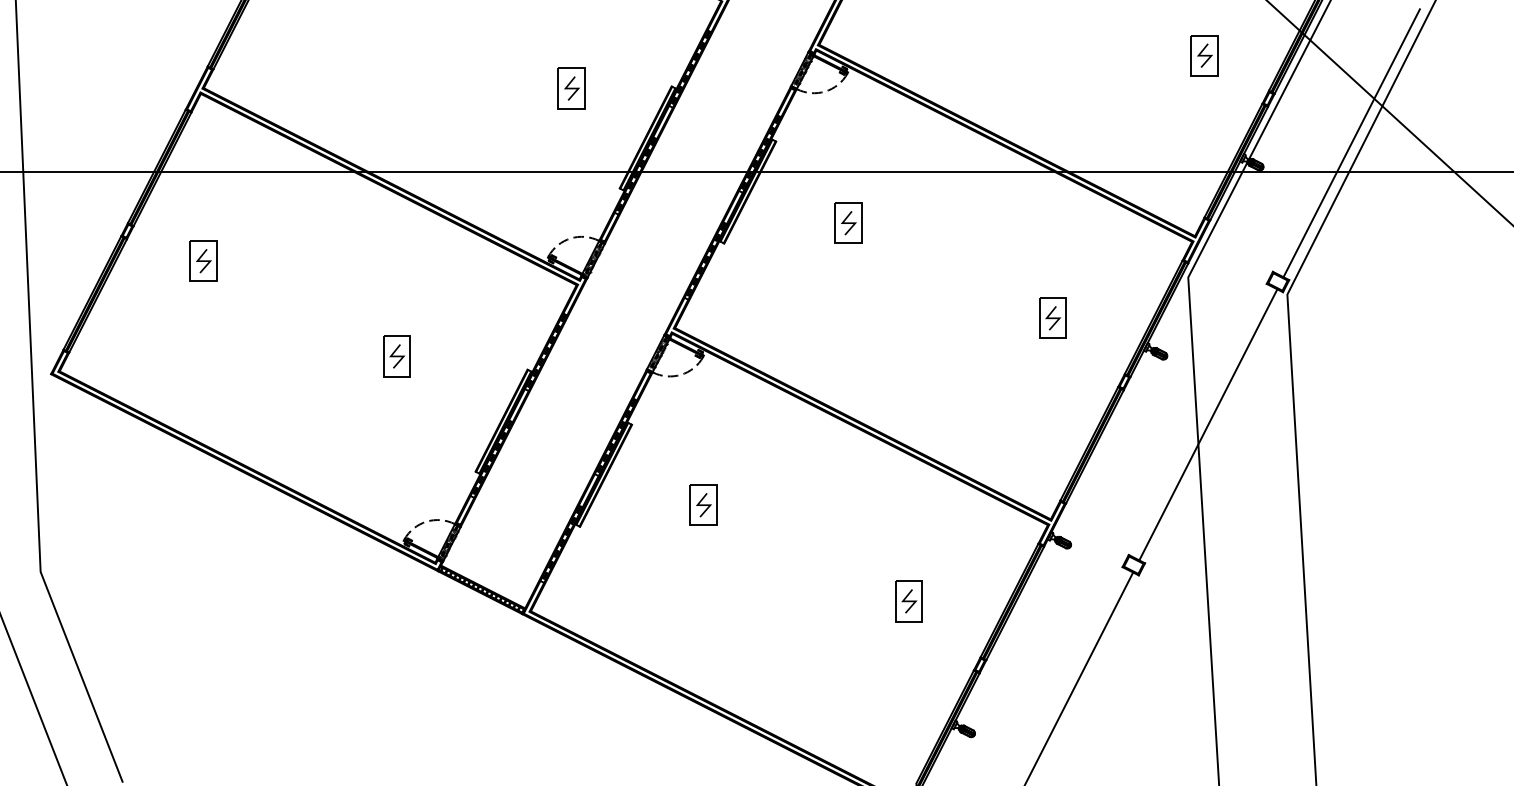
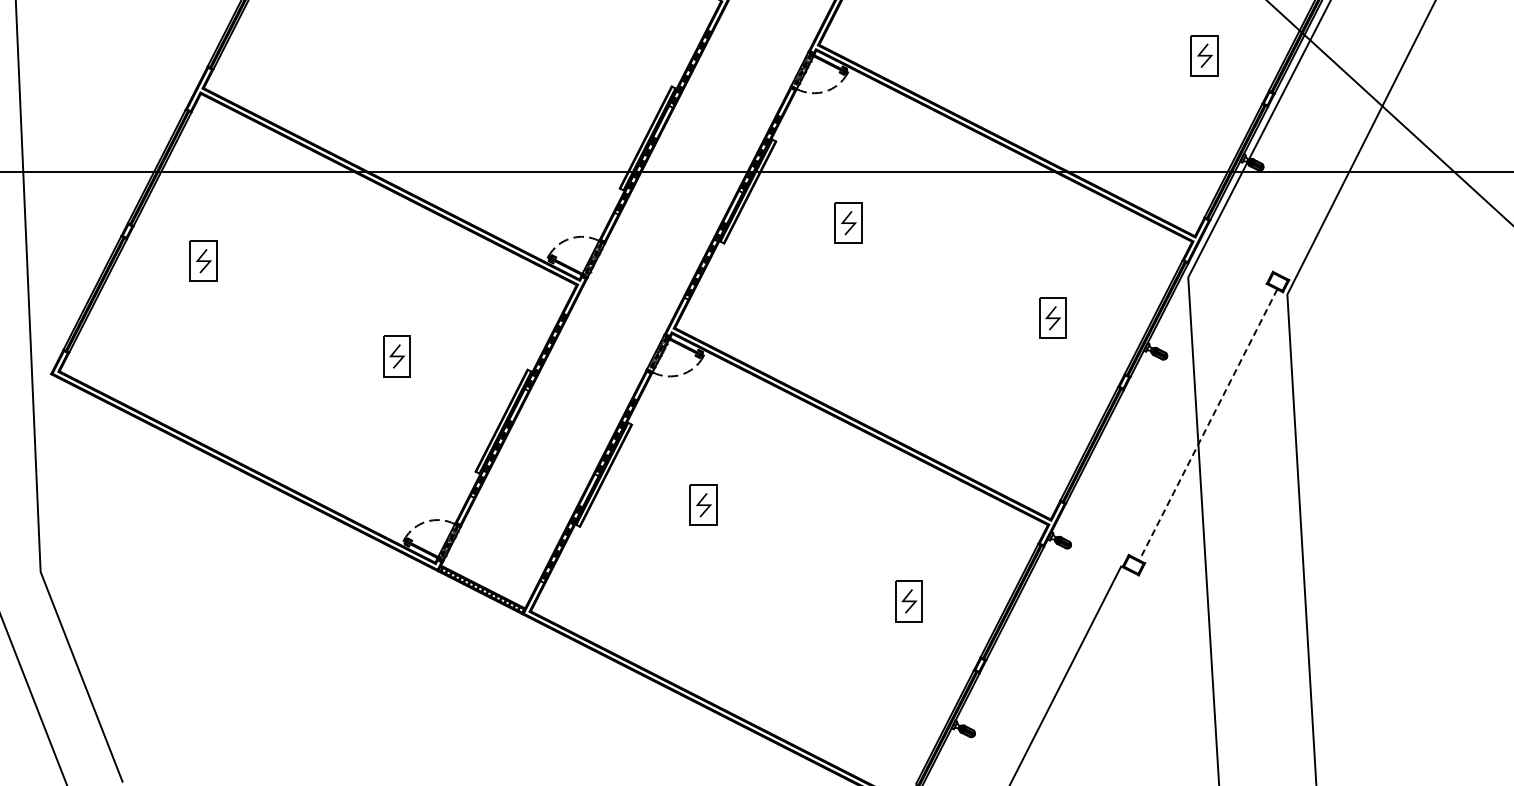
part at (571, 88): present -> none
line at (1351, 143): present -> none
line at (1208, 425): solid -> dashed
line at (1079, 677) position: (1079, 677) -> (1066, 674)
